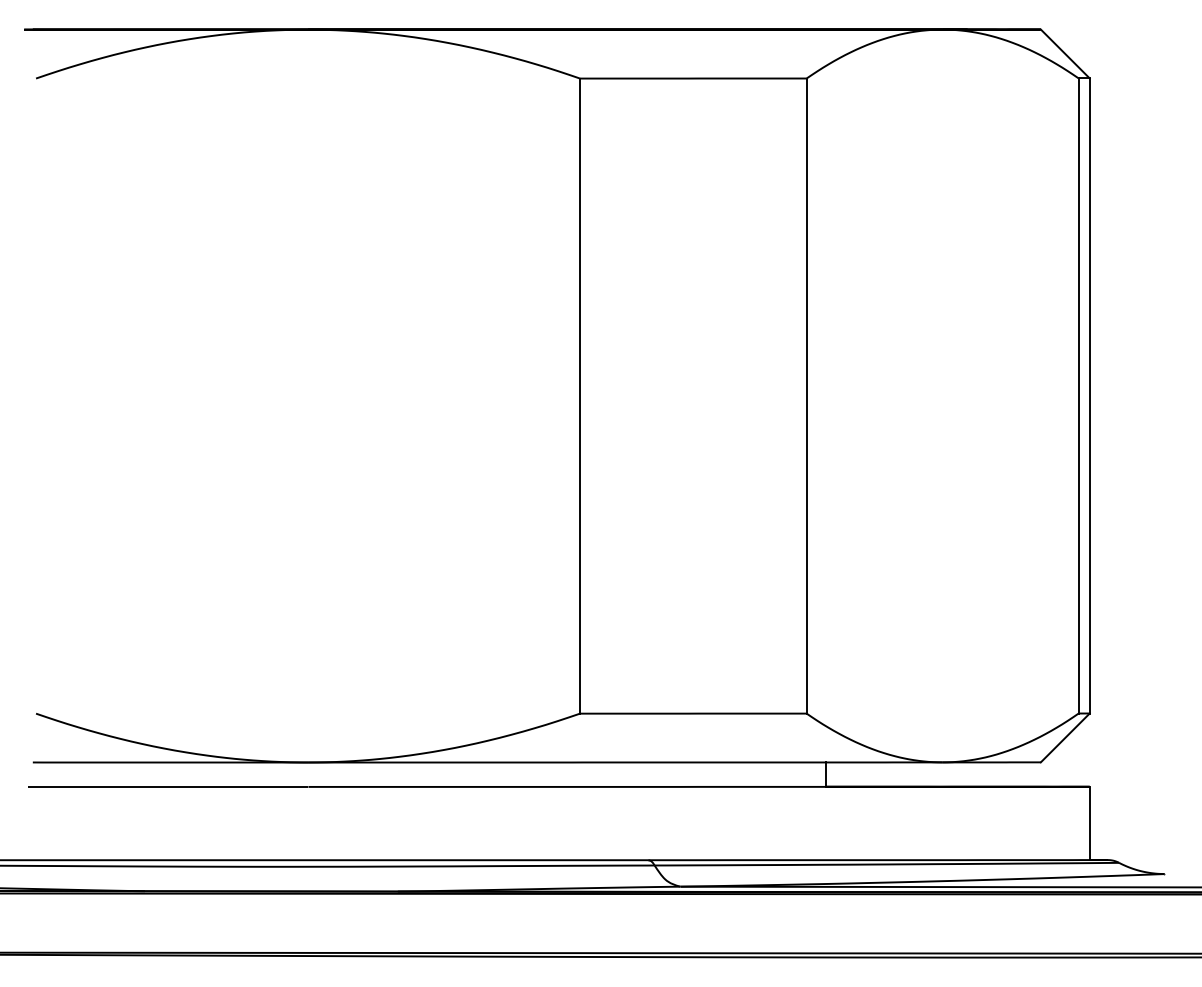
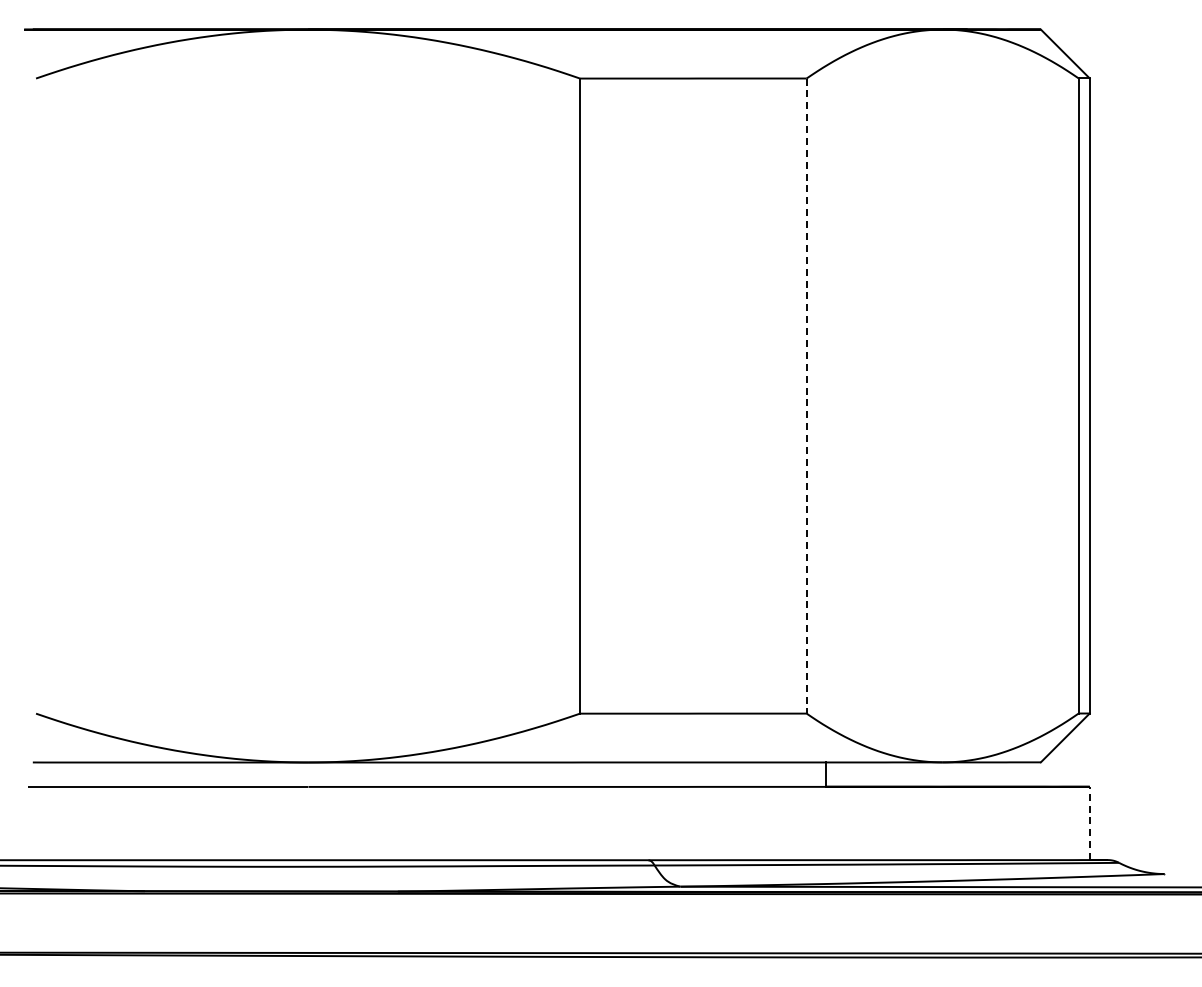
line at (806, 396): solid -> dashed
line at (1089, 823): solid -> dashed
